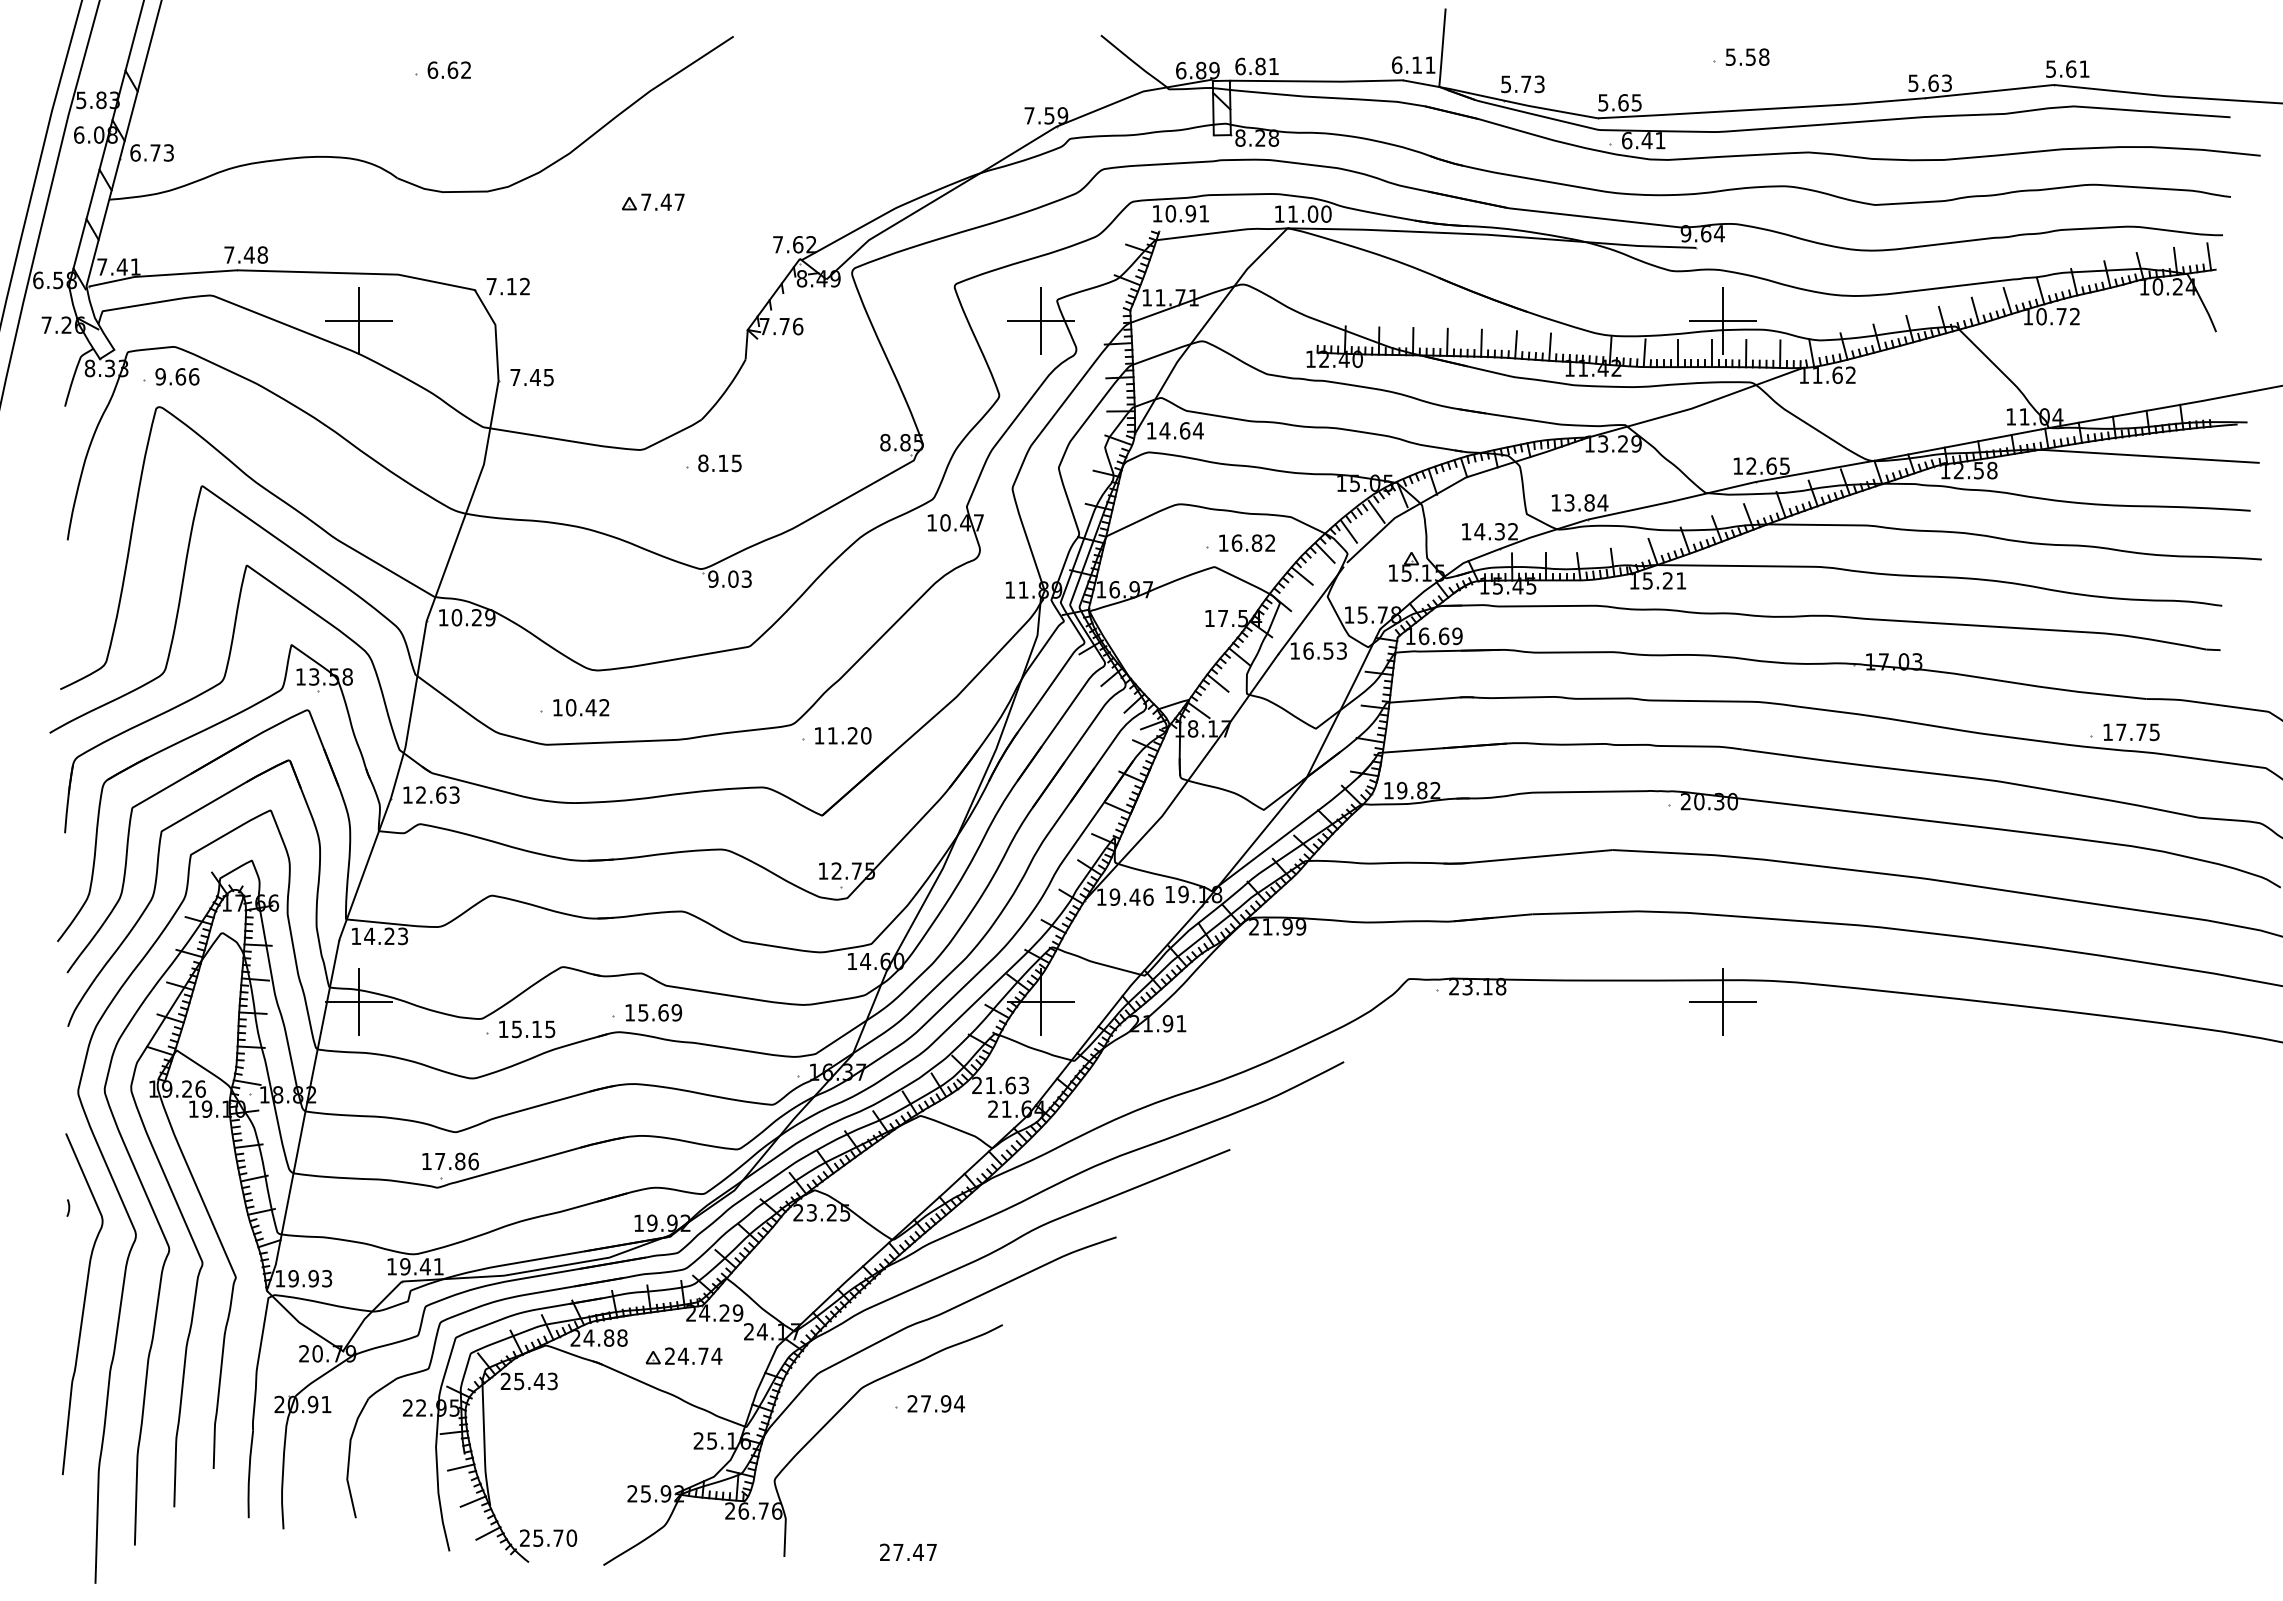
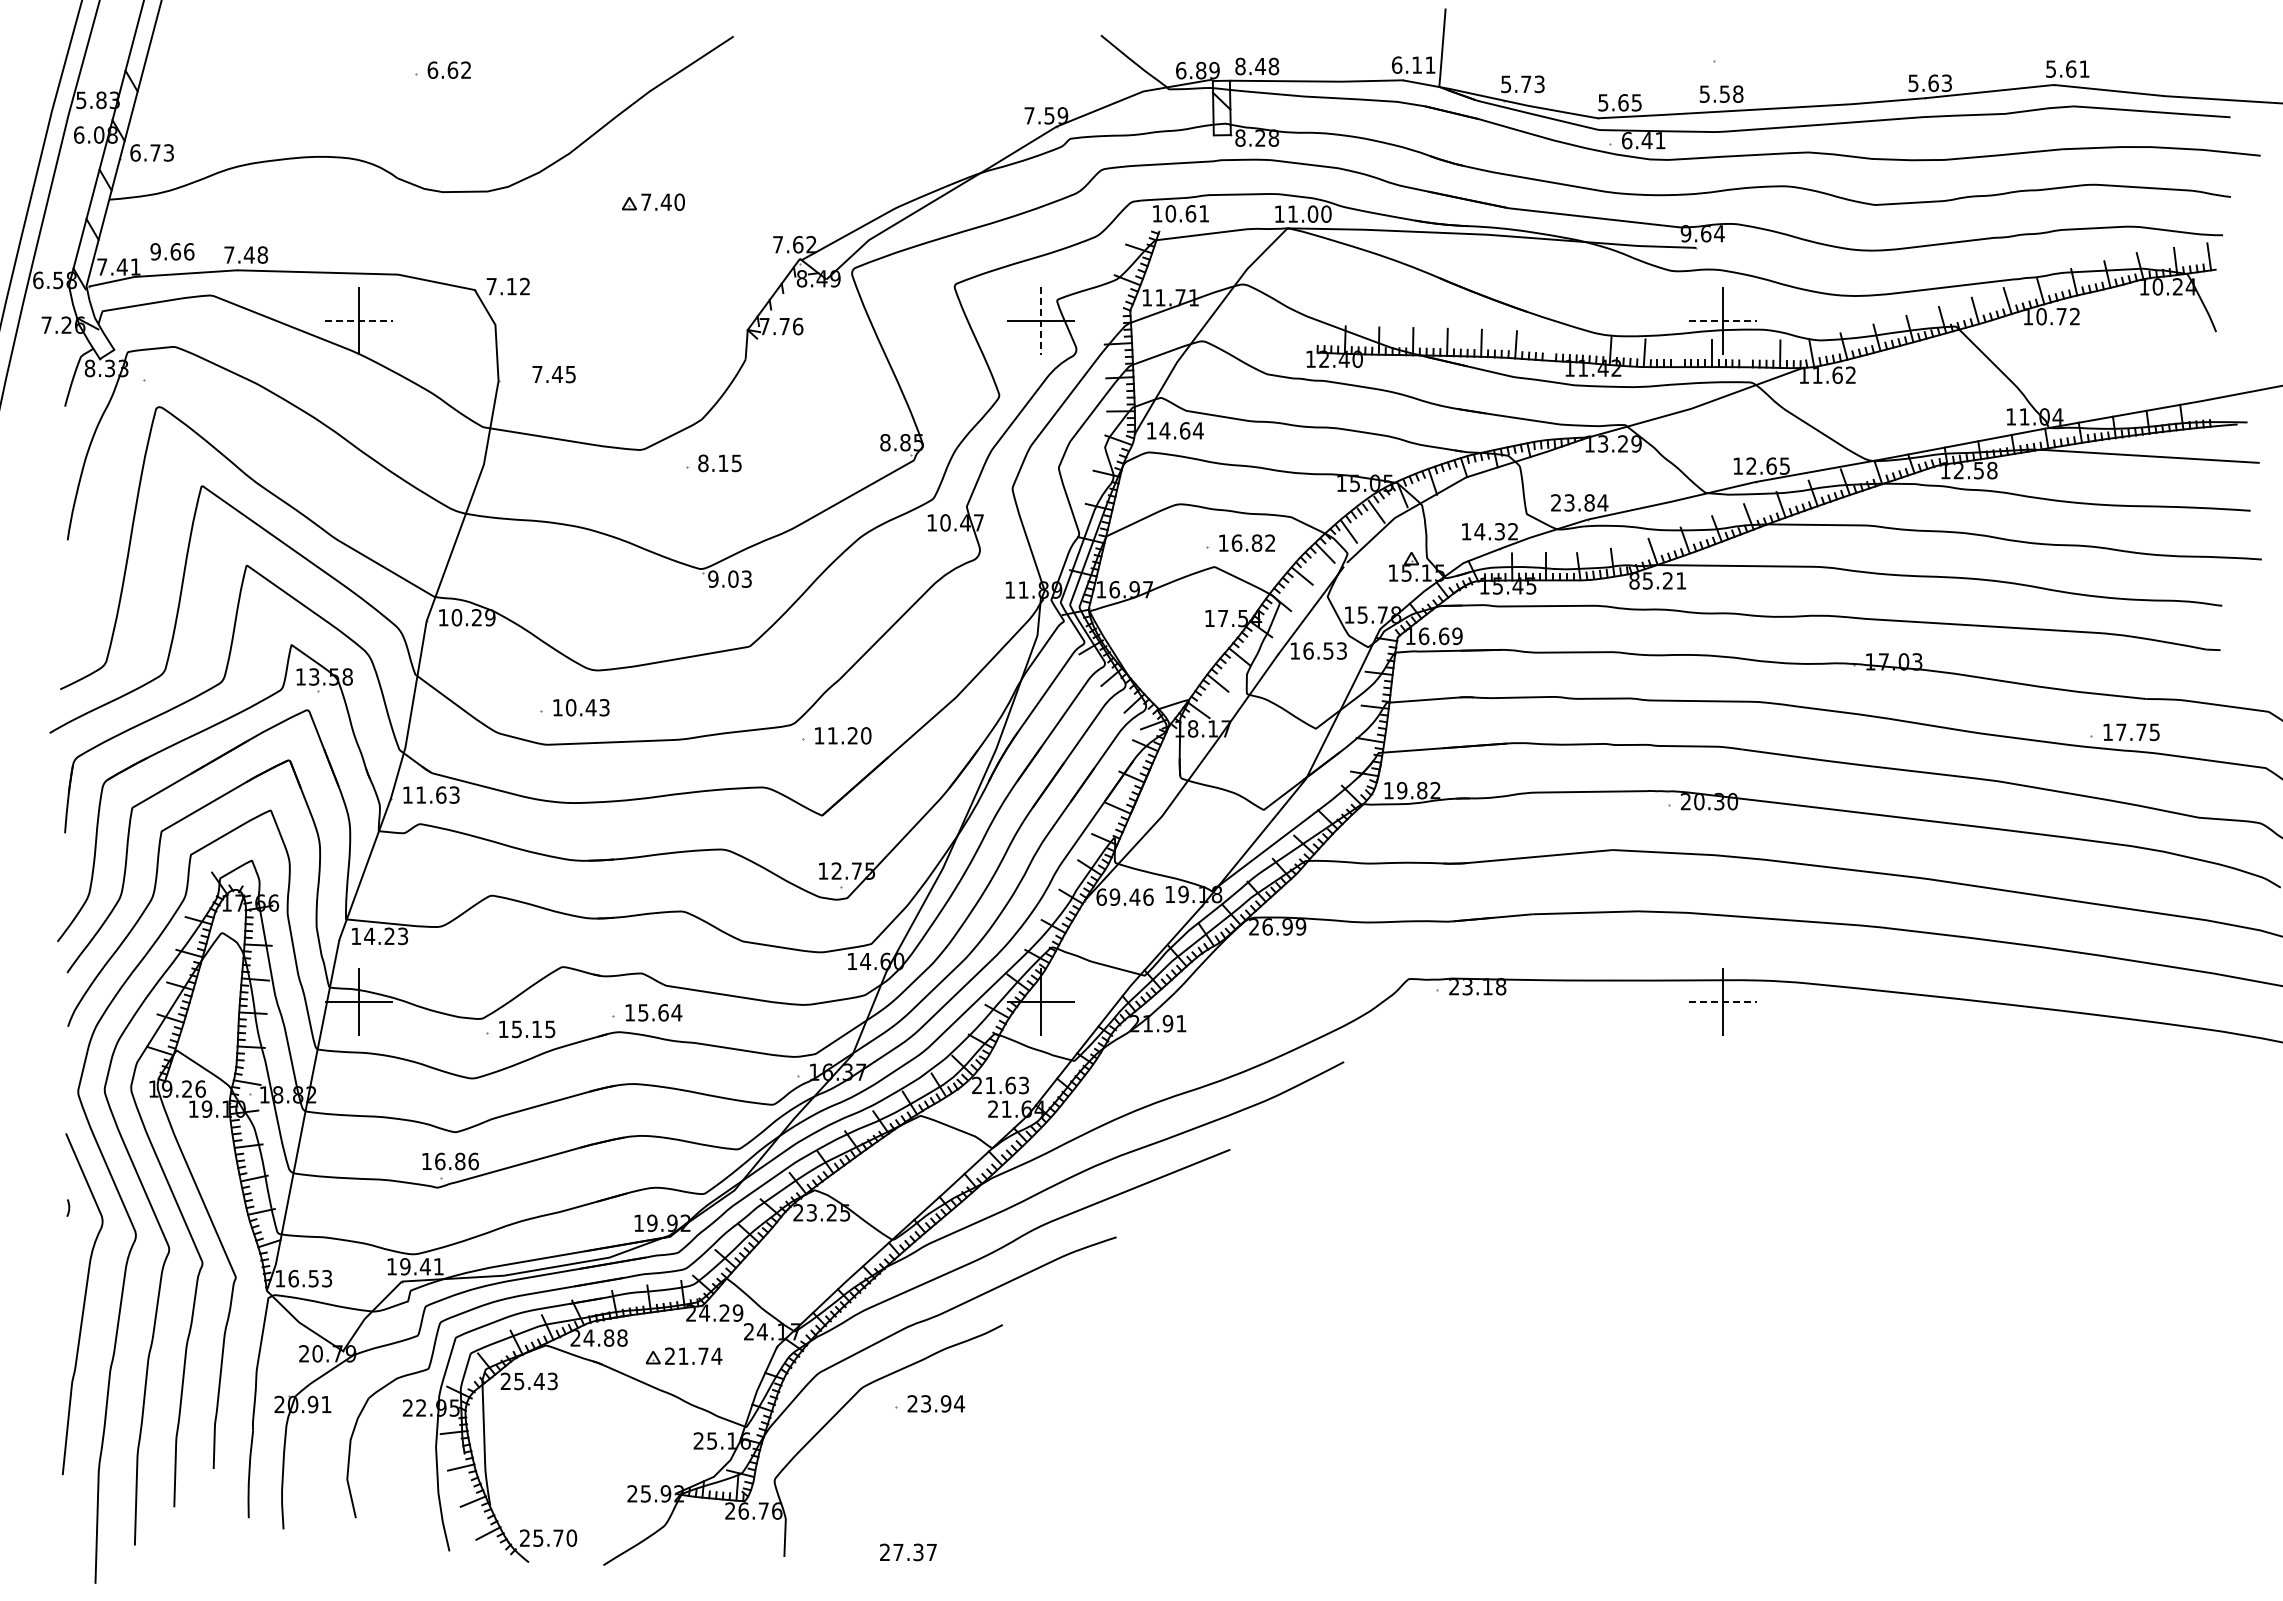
text at (1747, 56) position: (1747, 56) -> (1721, 93)
text at (1257, 66): 6.81 -> 8.48
text at (679, 201): 7.47 -> 7.40
text at (1190, 213): 10.91 -> 10.61
line at (359, 320): solid -> dashed
line at (1723, 320): solid -> dashed
line at (1041, 321): solid -> dashed
line at (1550, 346): present -> none
line at (1677, 353): present -> none
line at (1746, 353): present -> none
text at (177, 376) position: (177, 376) -> (172, 251)
text at (531, 377) position: (531, 377) -> (553, 374)
text at (1555, 502): 13.84 -> 23.84
text at (1634, 581): 15.21 -> 85.21
text at (604, 707): 10.42 -> 10.43
text at (420, 794): 12.63 -> 11.63
text at (1101, 896): 19.46 -> 69.46
text at (1267, 926): 21.99 -> 26.99
line at (1723, 1002): solid -> dashed
text at (676, 1012): 15.69 -> 15.64
text at (440, 1161): 17.86 -> 16.86
text at (303, 1278): 19.93 -> 16.53
text at (682, 1355): 24.74 -> 21.74
text at (926, 1403): 27.94 -> 23.94
text at (918, 1552): 27.47 -> 27.37
